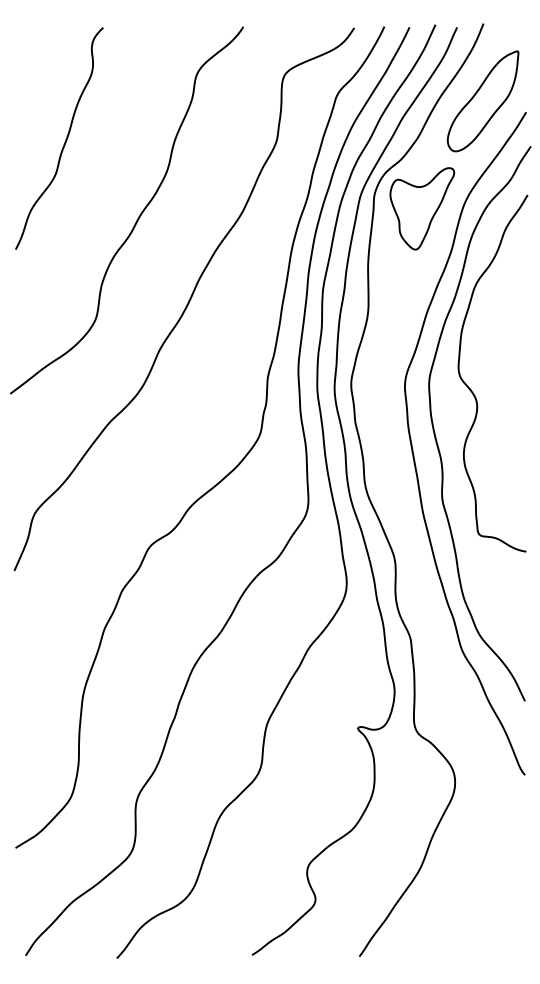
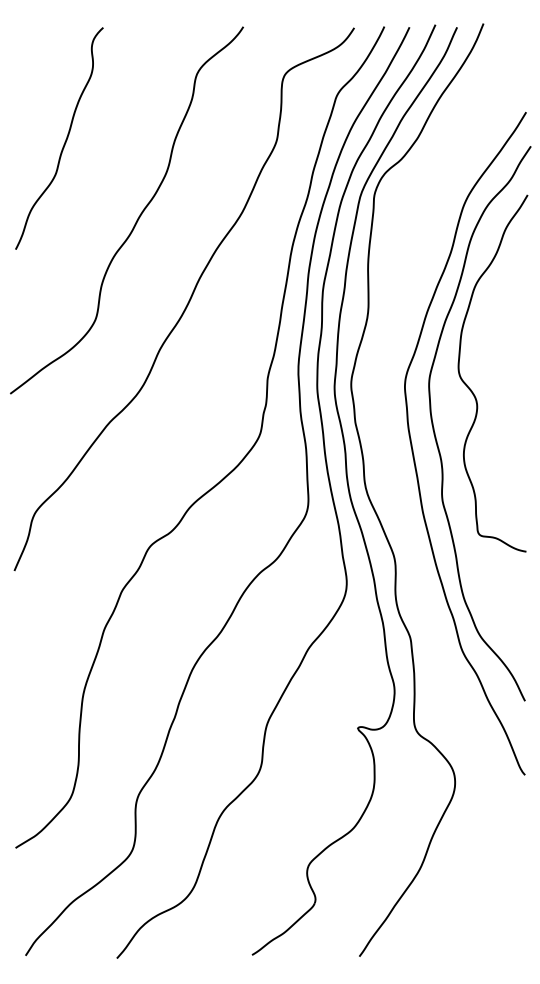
part at (482, 101): present -> none
part at (422, 208): present -> none
